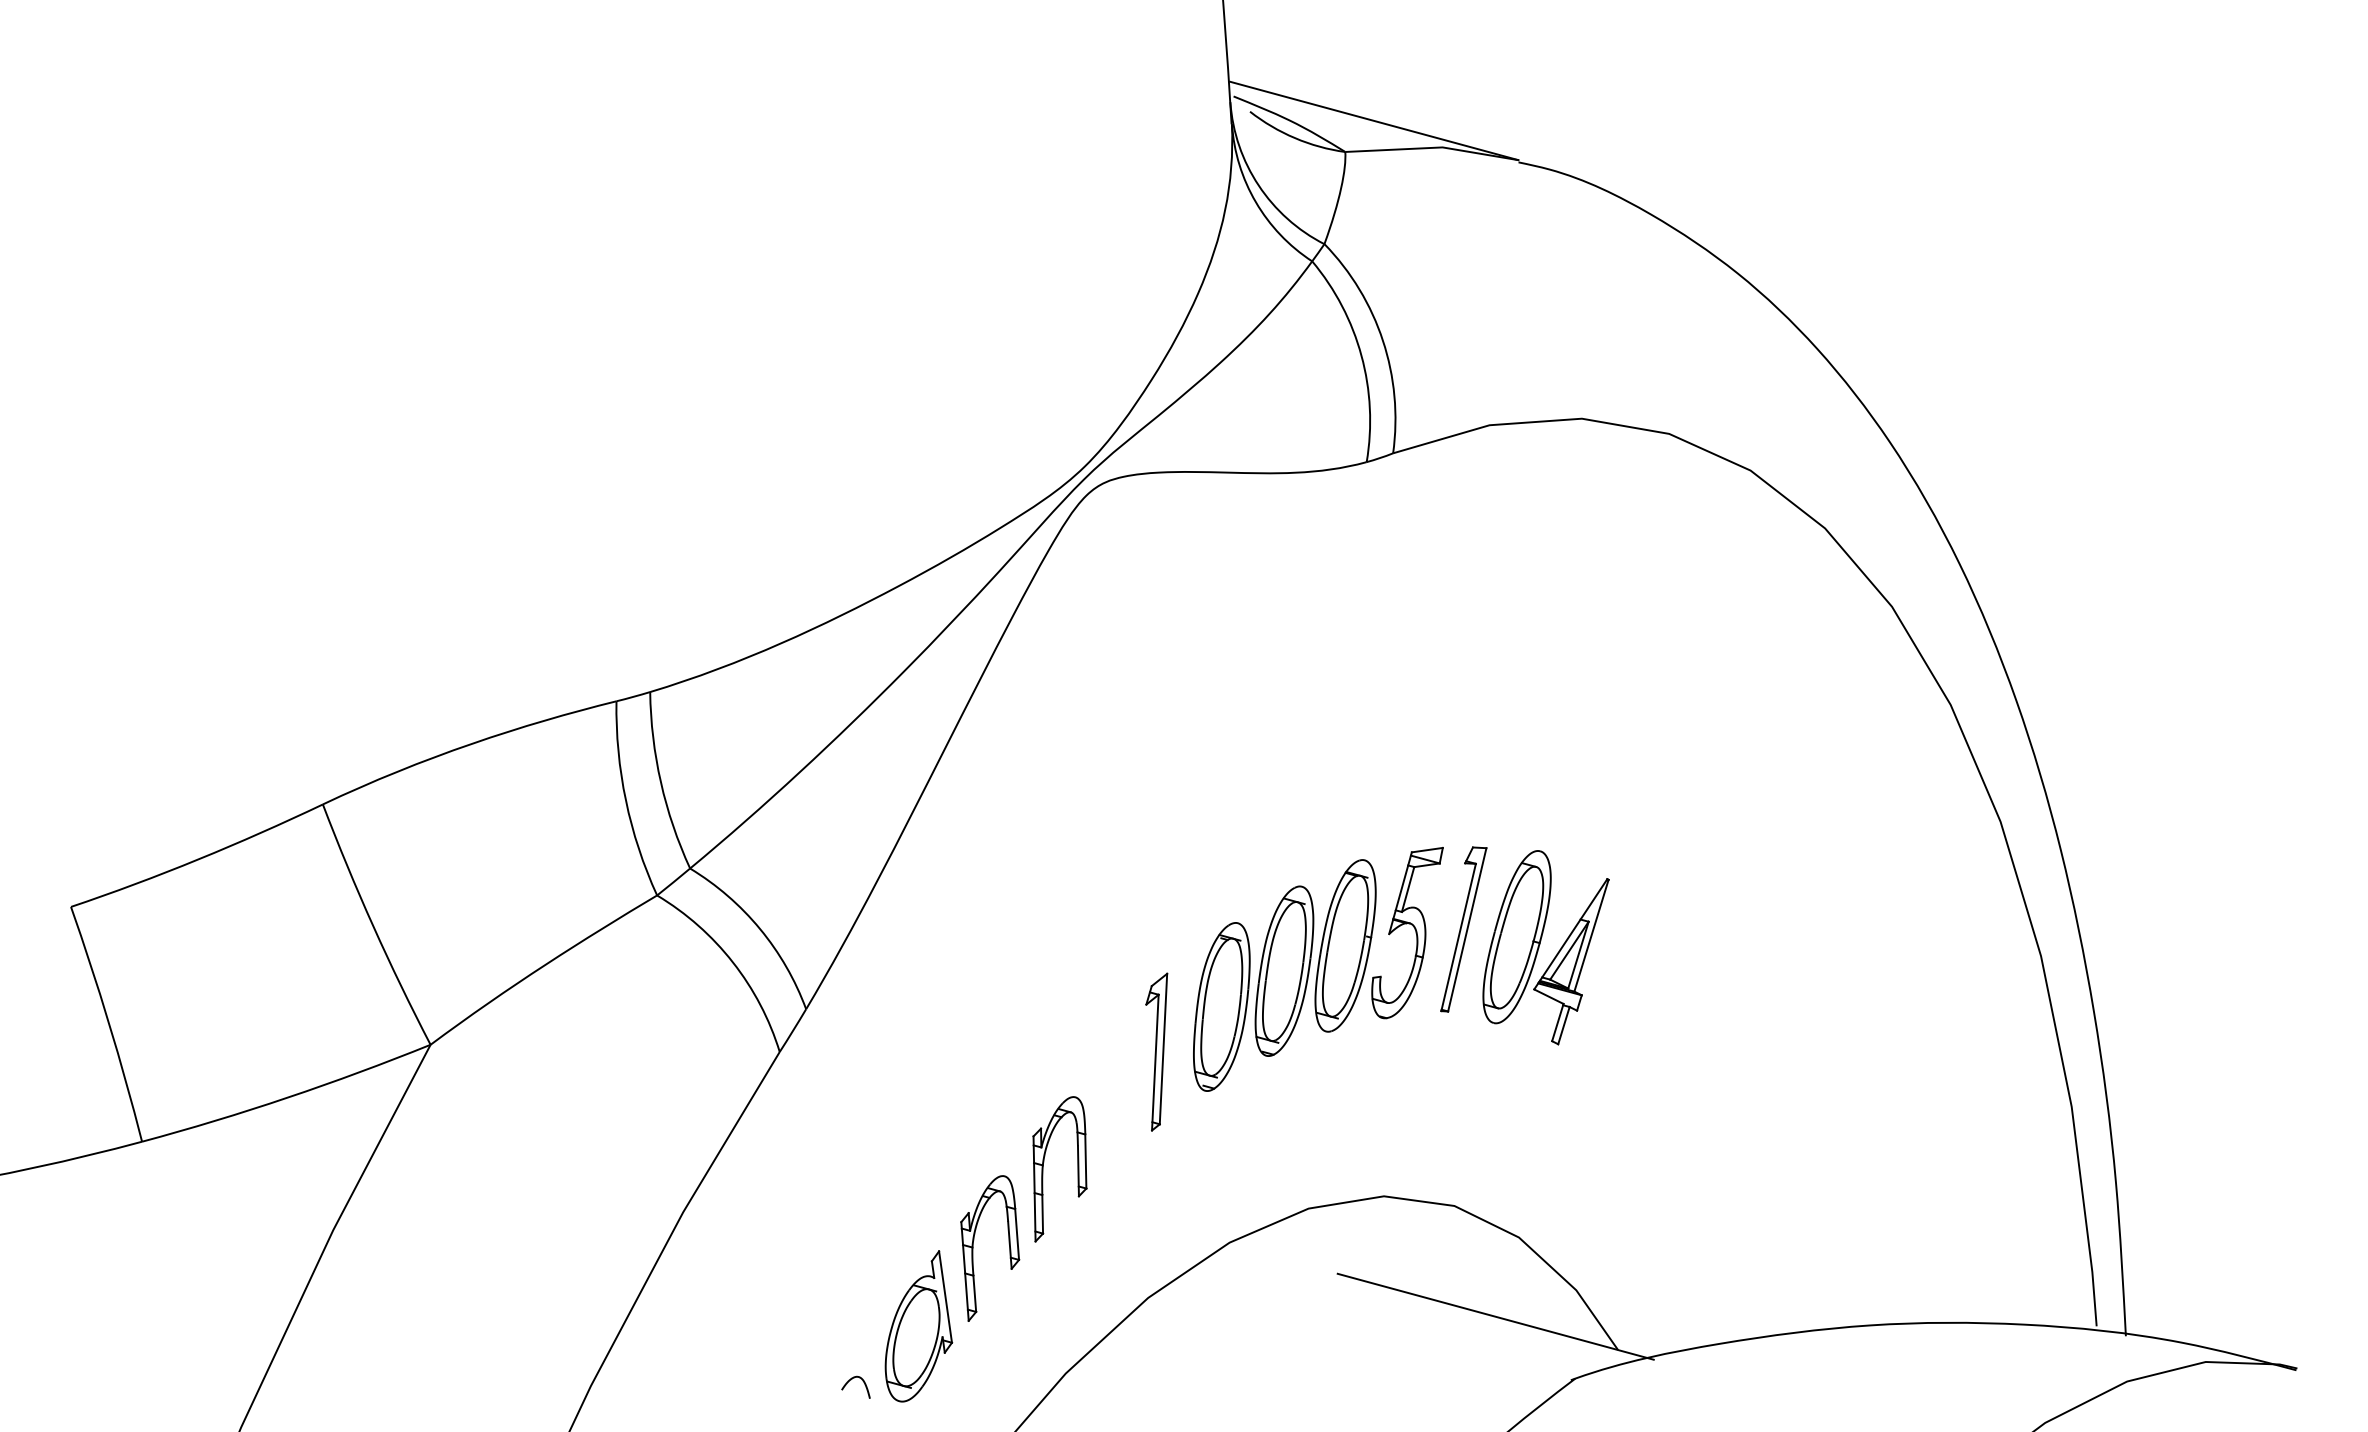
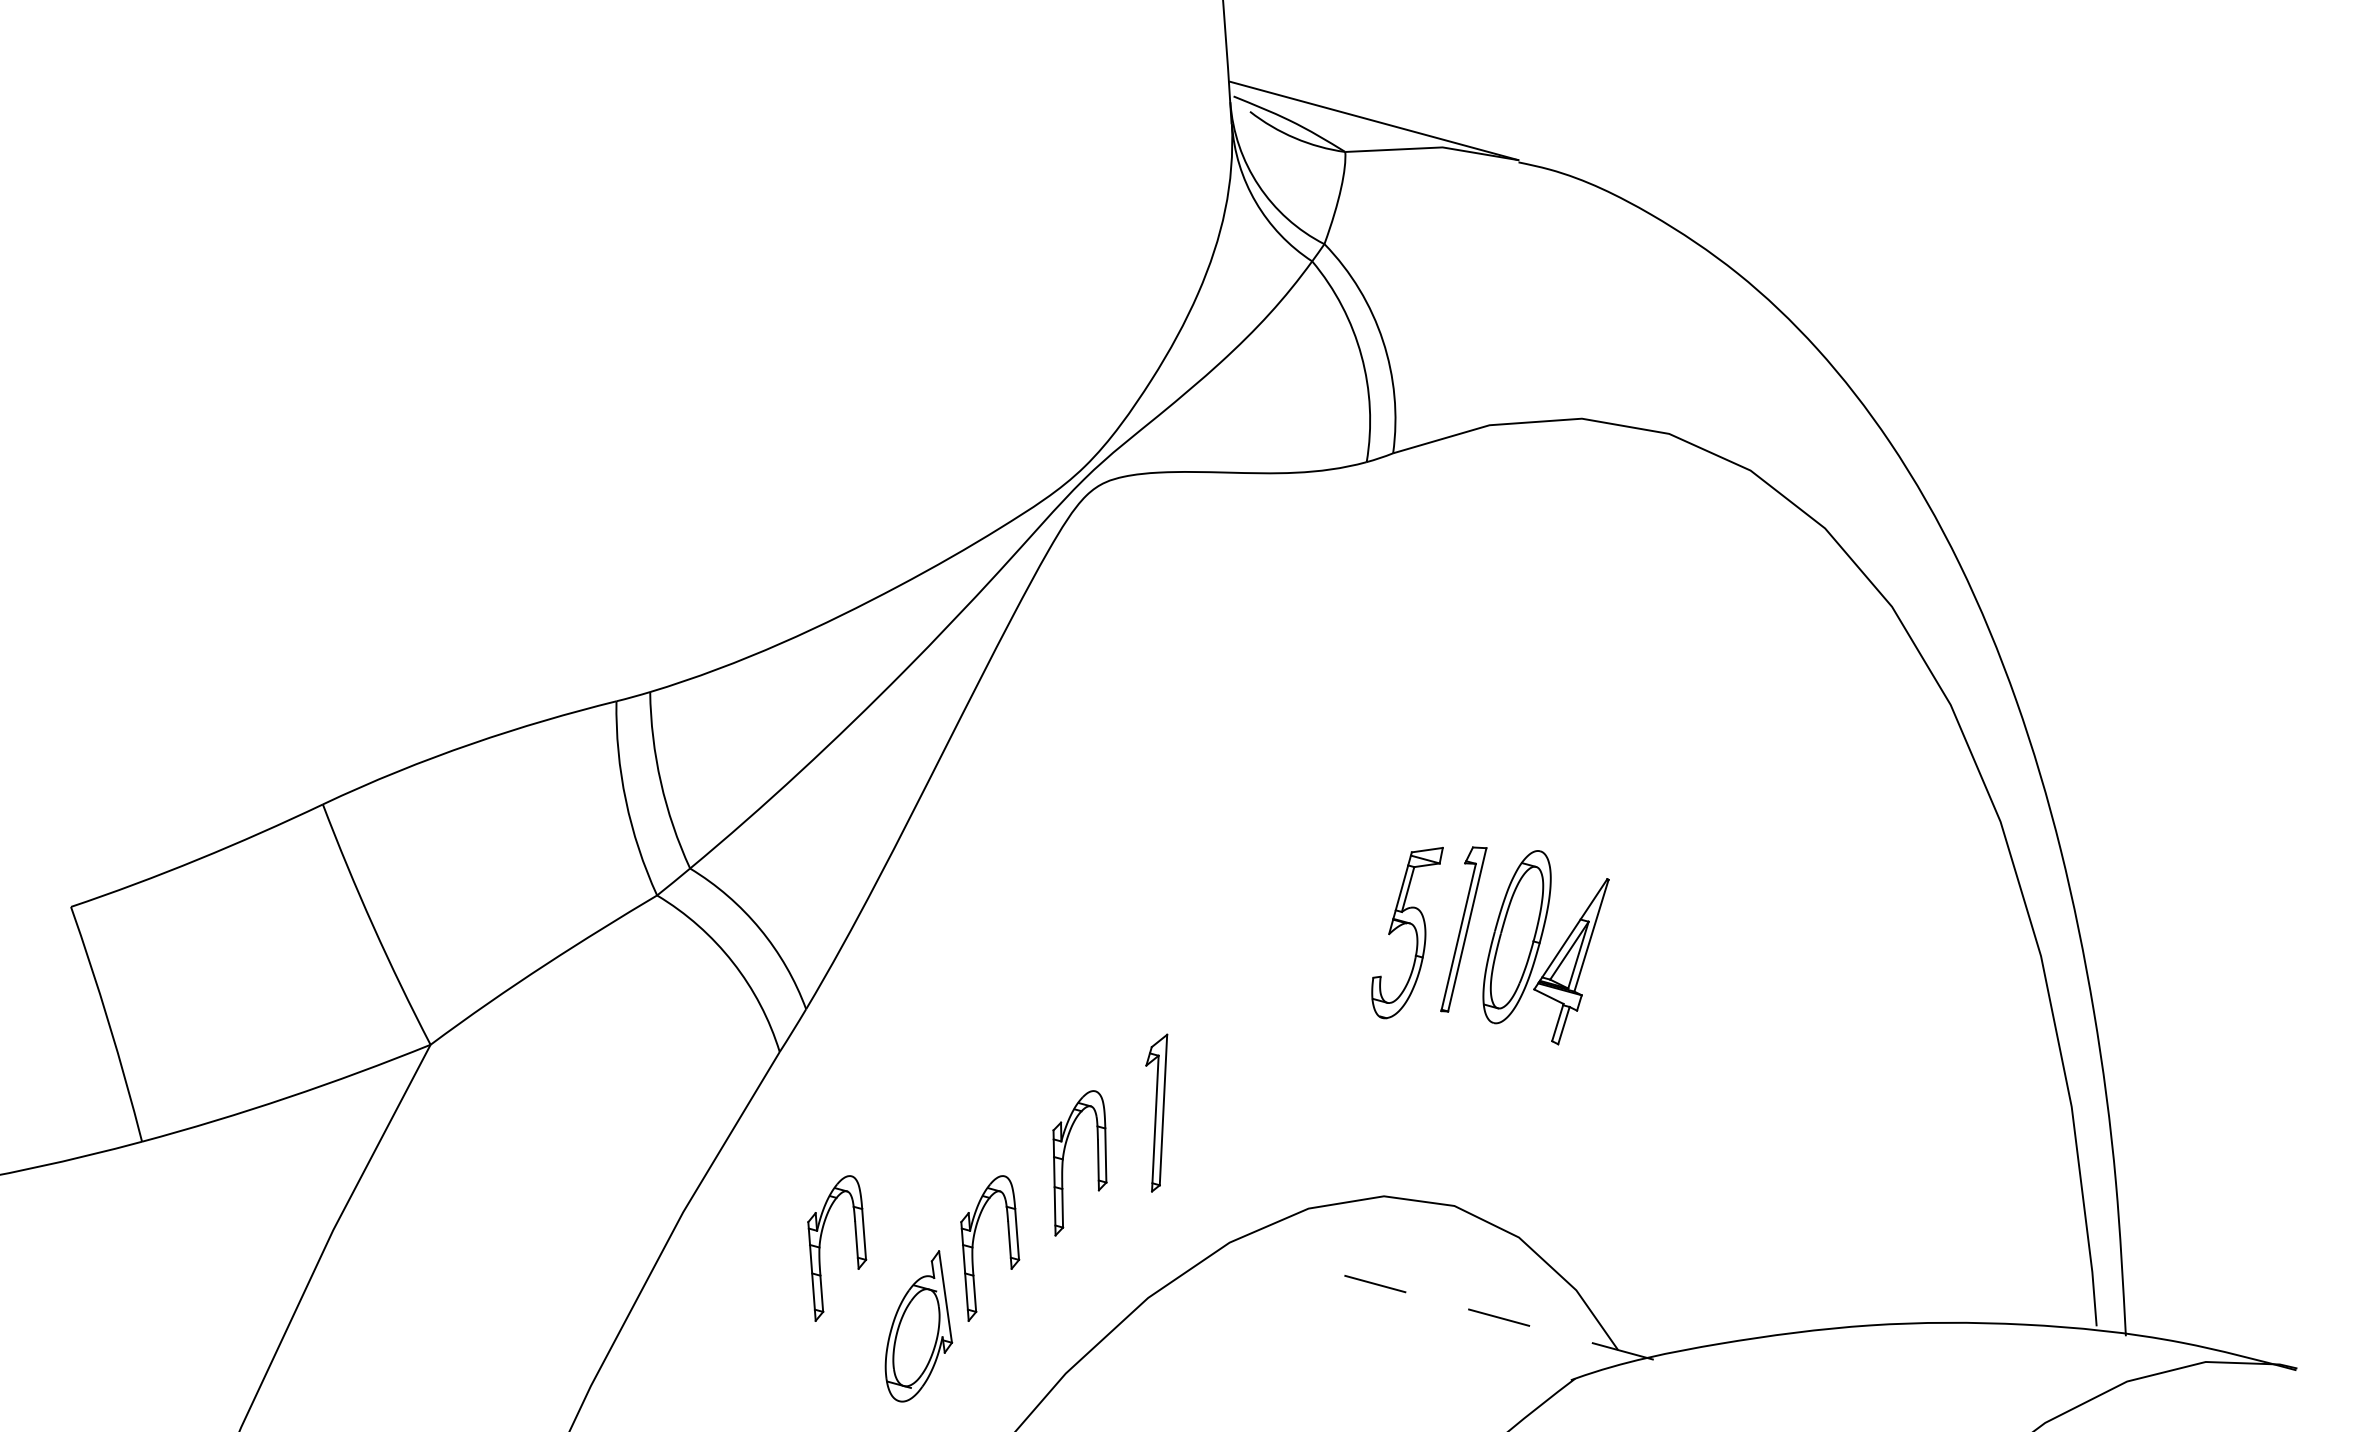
part at (1284, 975): present -> none
part at (1156, 1051) position: (1156, 1051) -> (1156, 1112)
part at (1043, 1169) position: (1043, 1169) -> (1063, 1163)
part at (820, 1248): none -> present
line at (1495, 1316): solid -> dashed
curve at (851, 1380): present -> none
